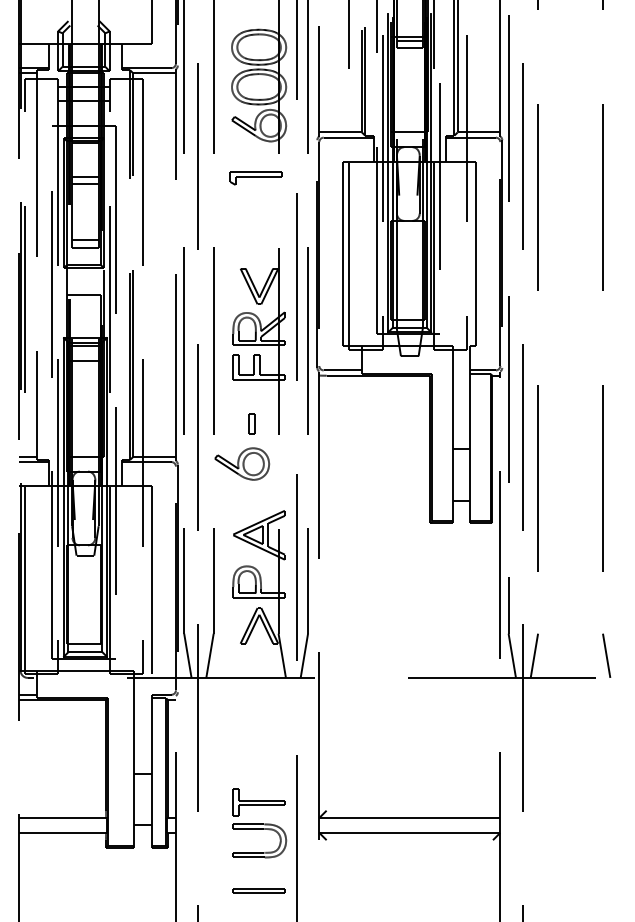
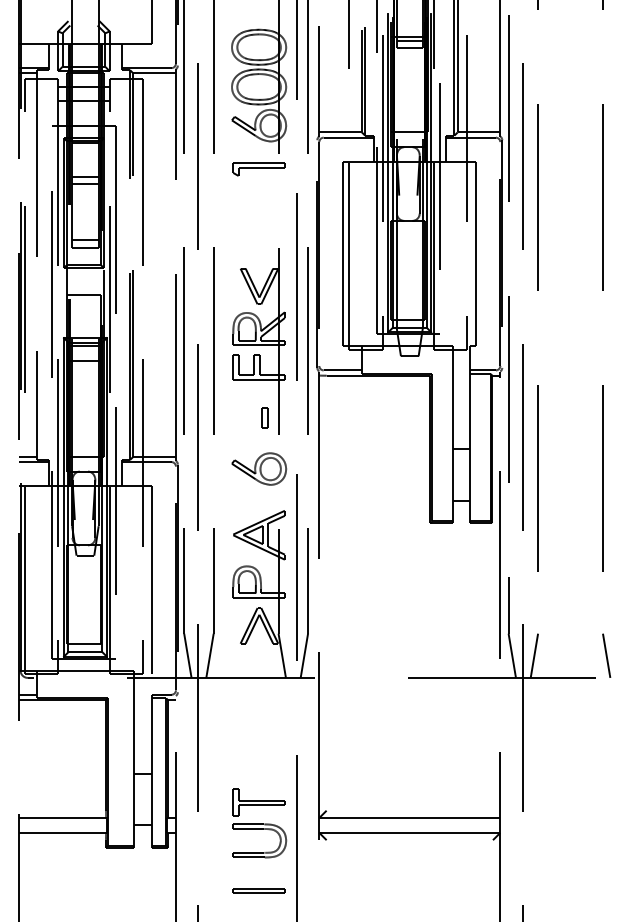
part at (255, 178) position: (255, 178) -> (258, 169)
part at (251, 423) position: (251, 423) -> (264, 417)
part at (242, 463) position: (242, 463) -> (259, 468)
